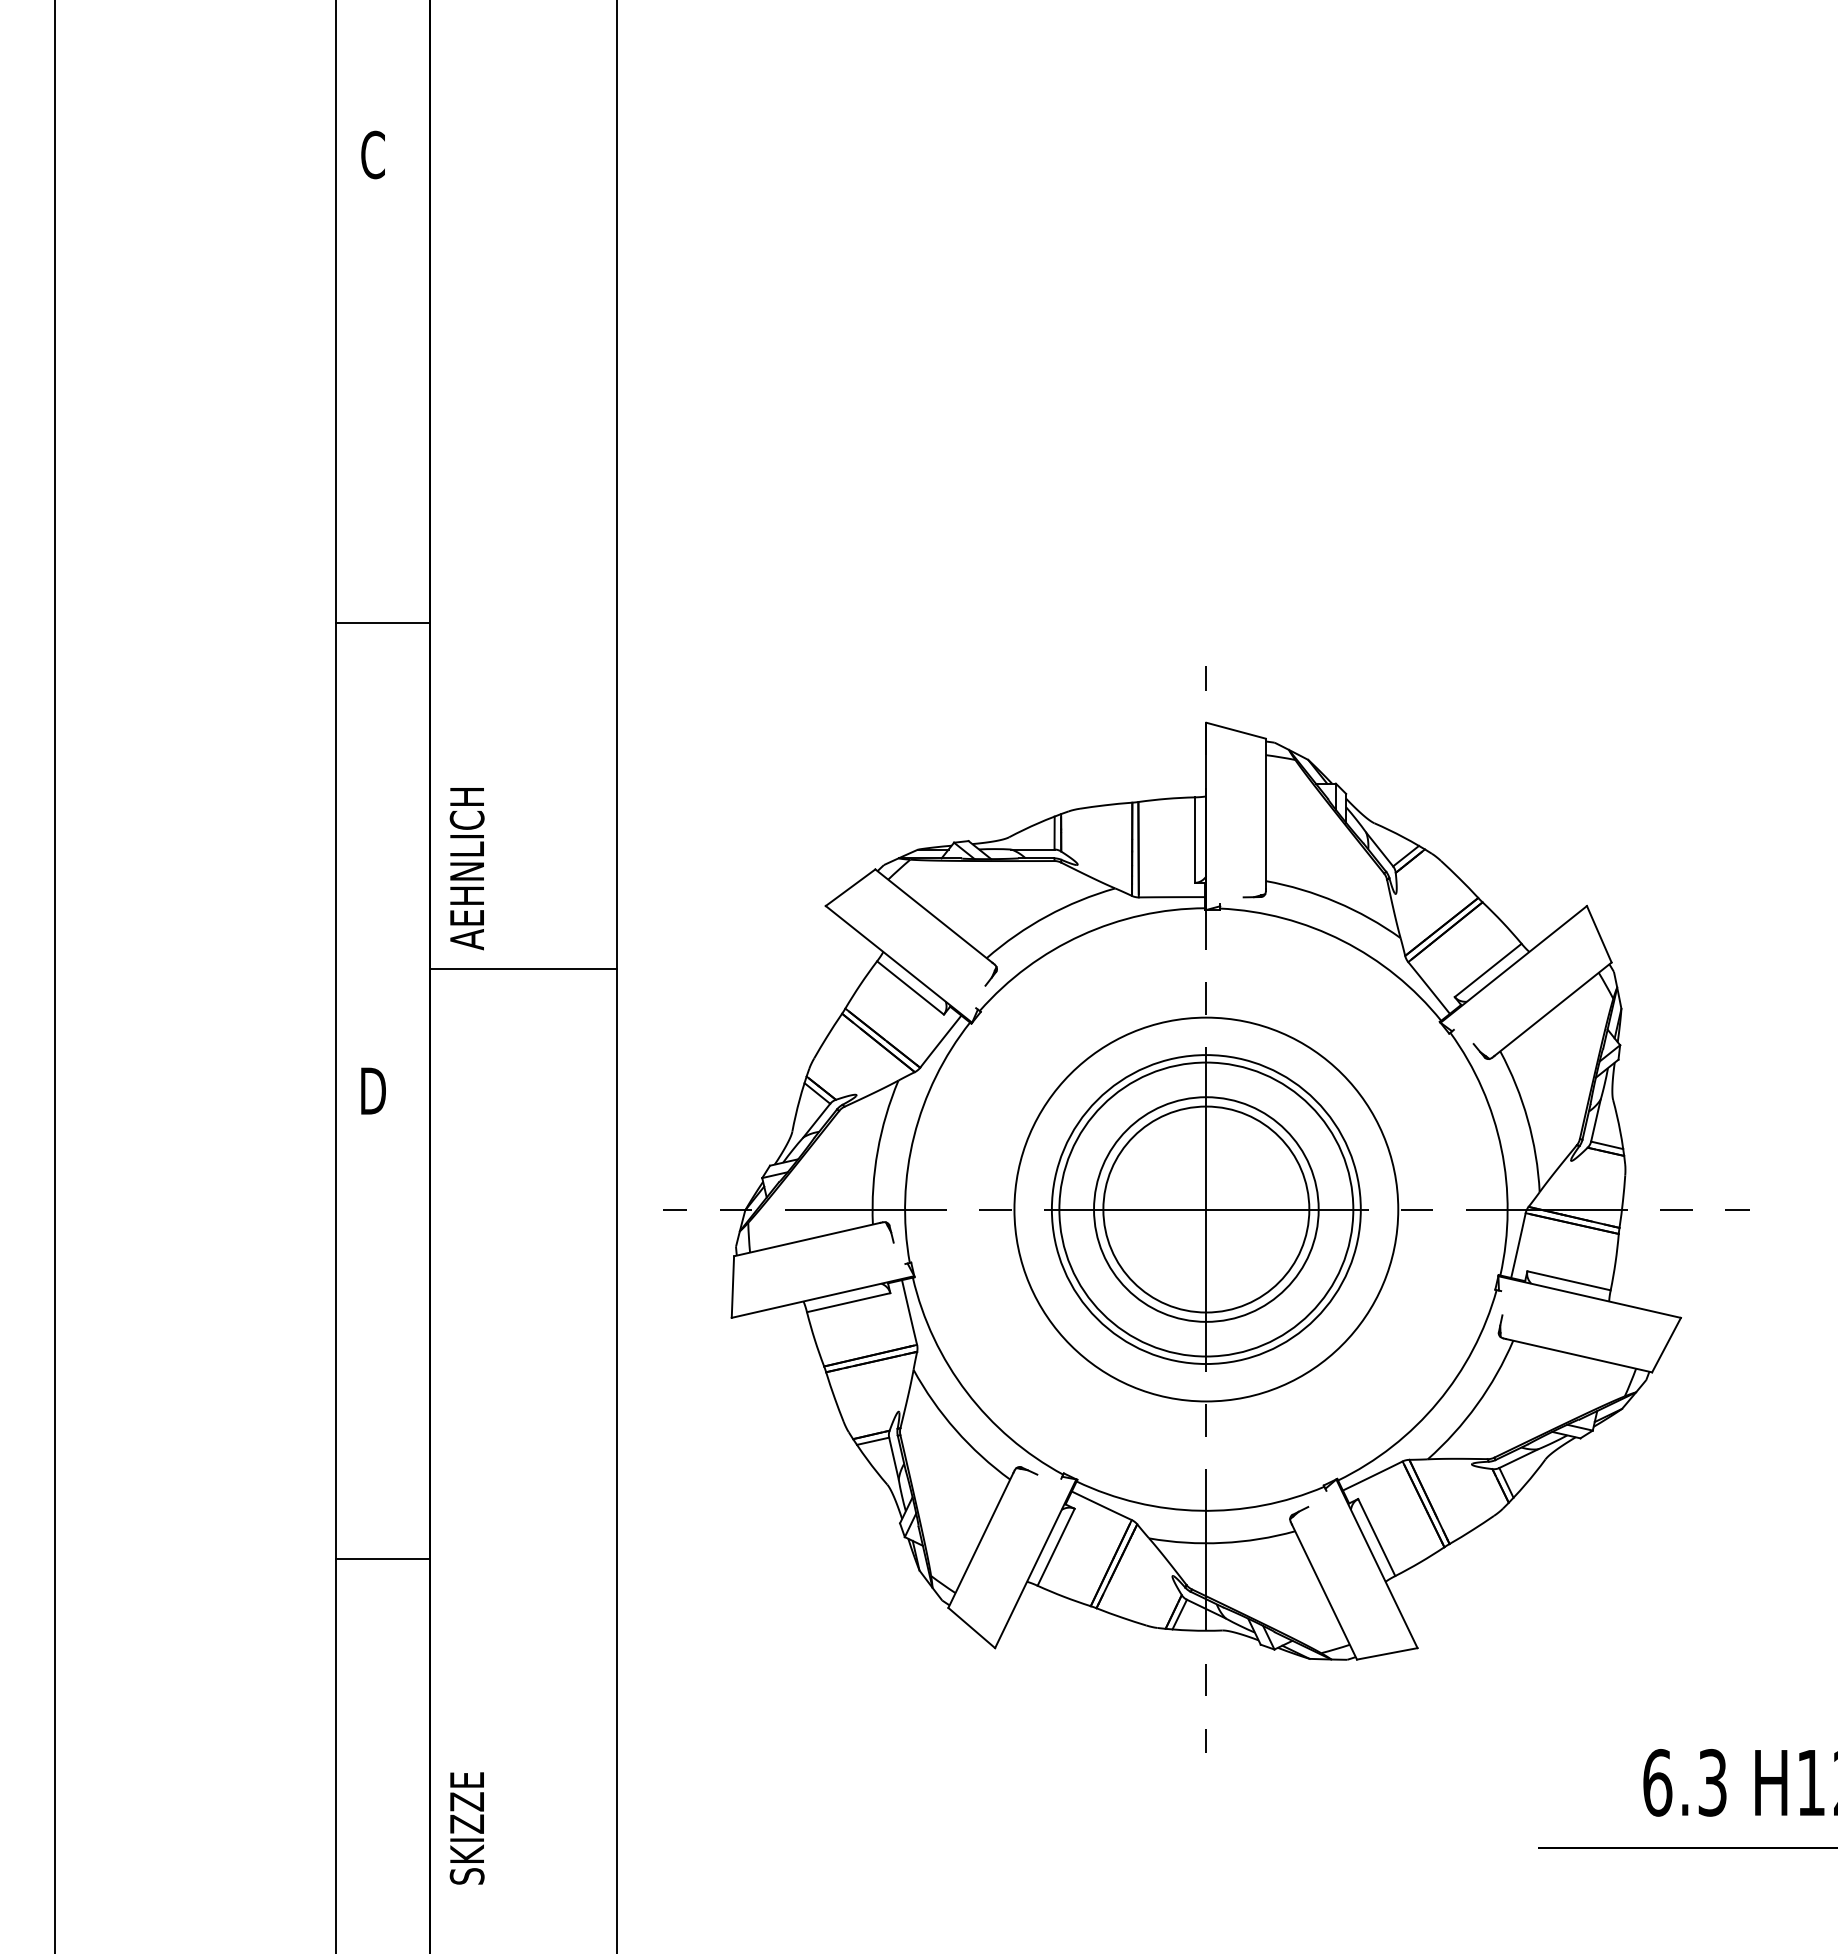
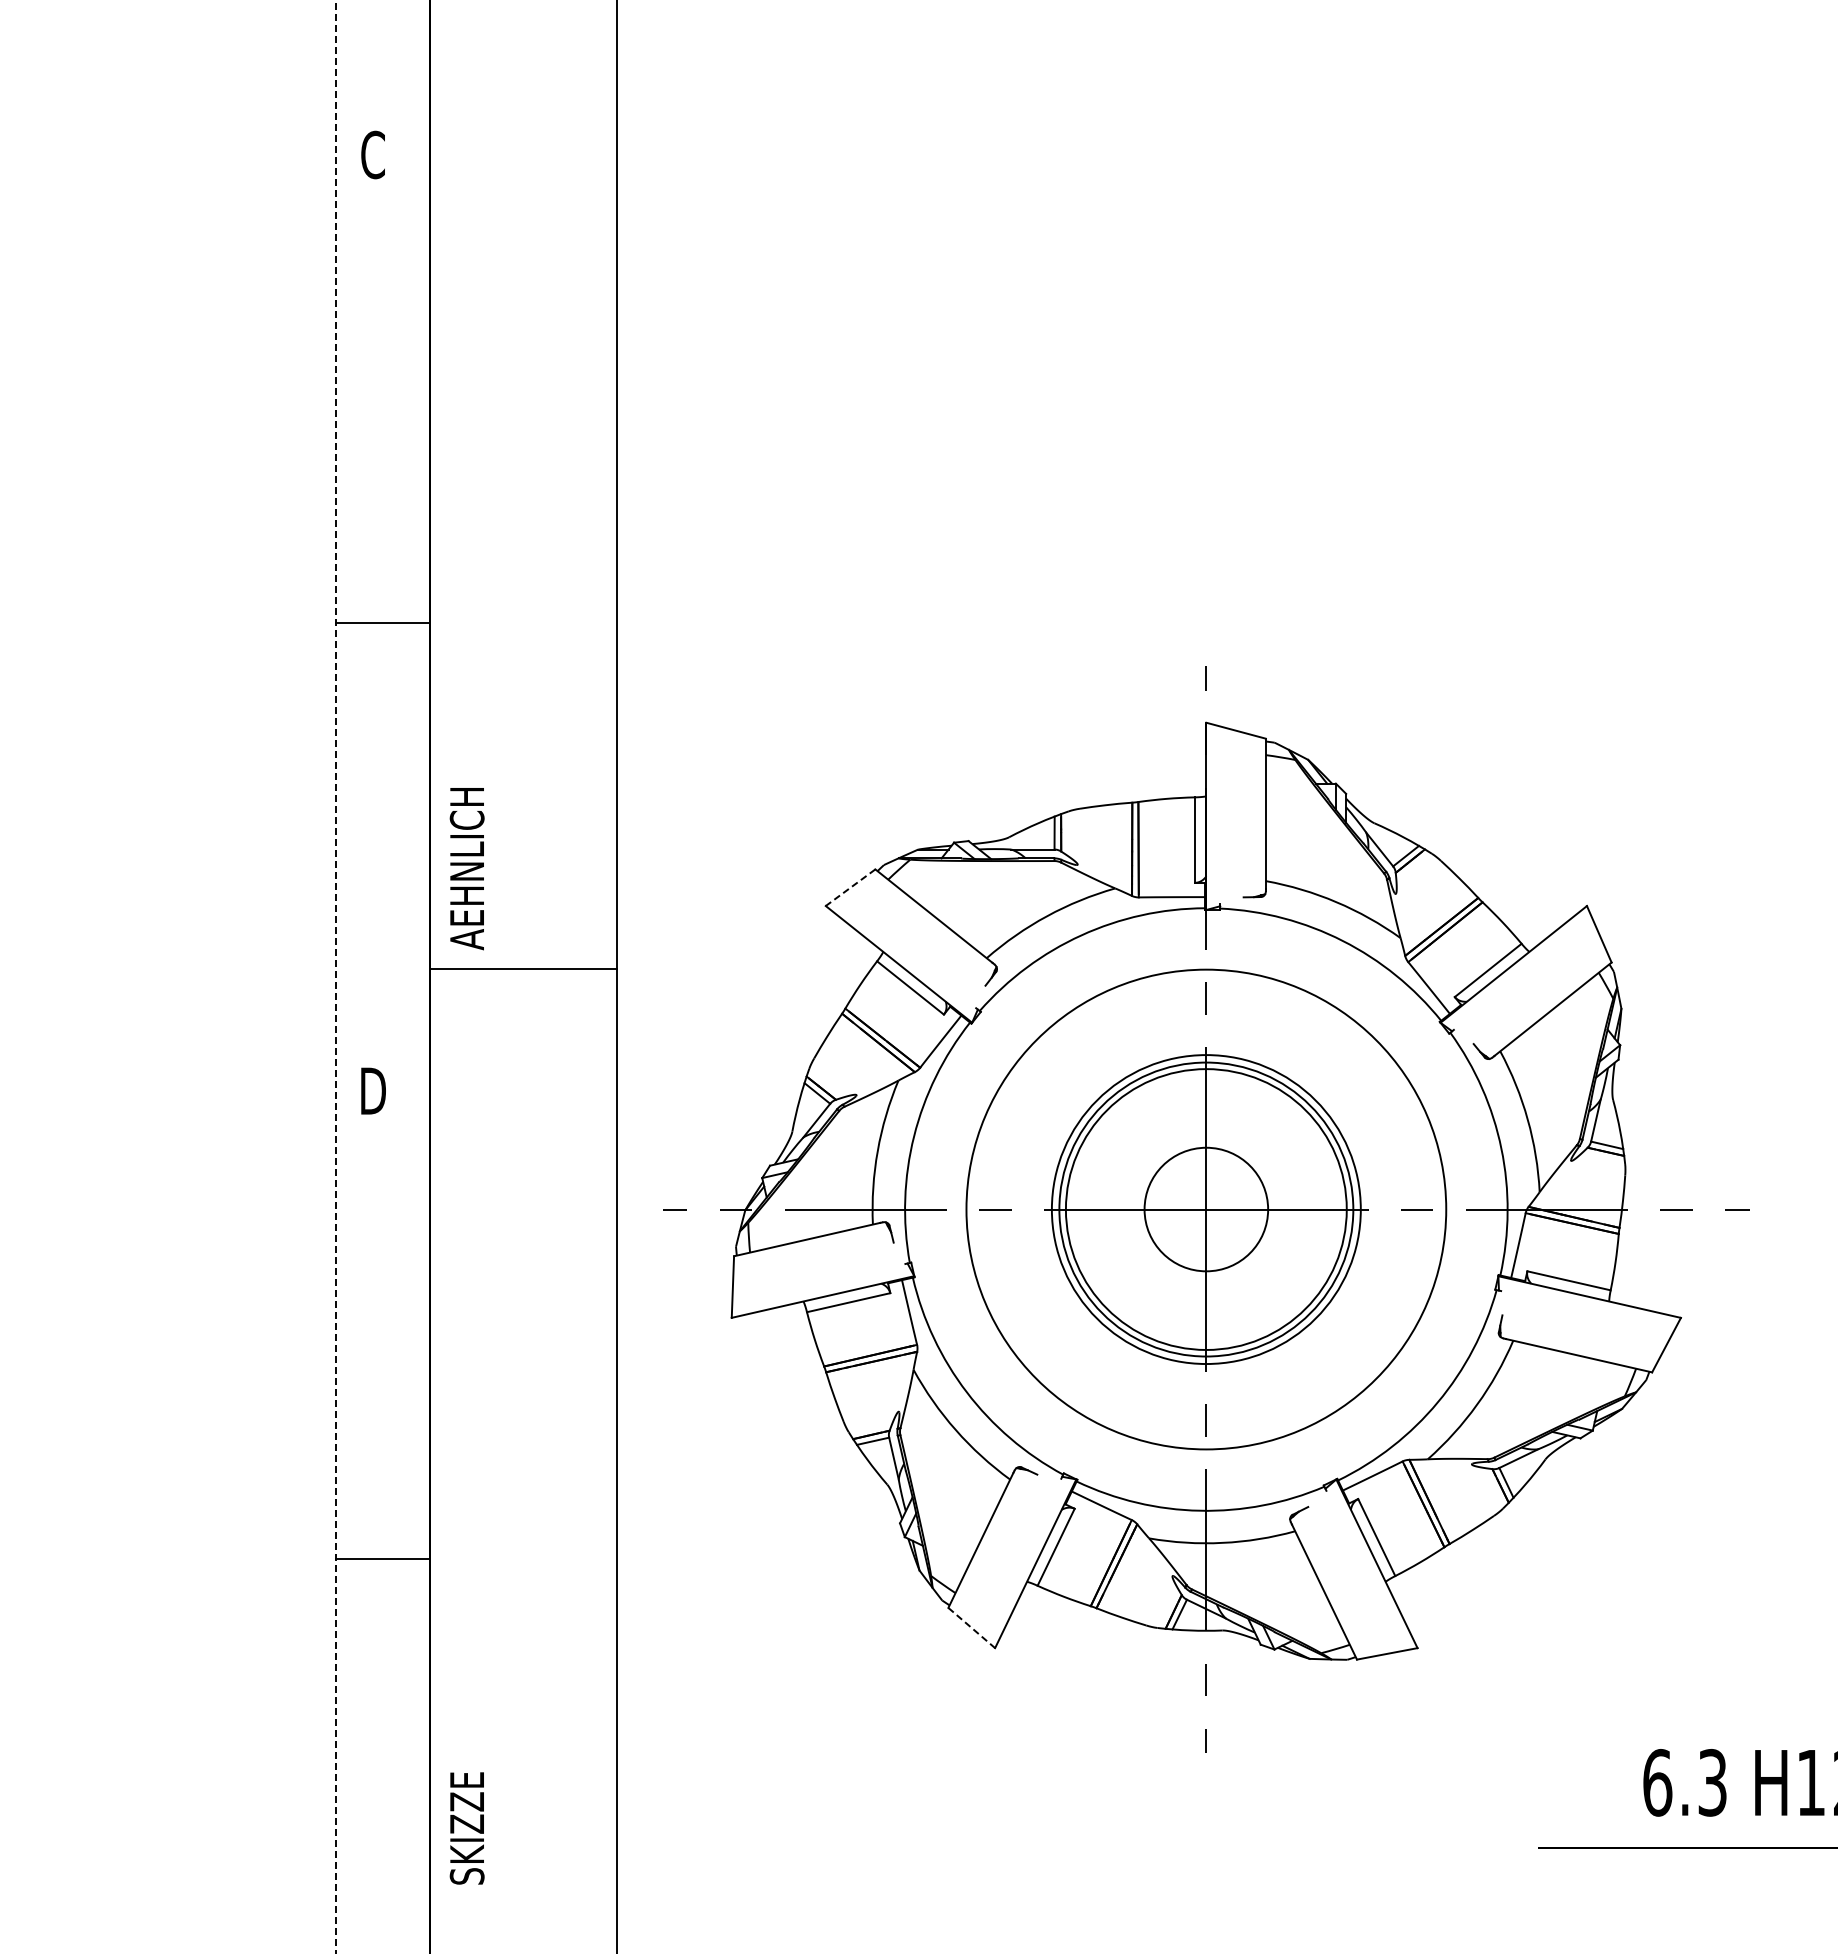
line at (850, 887): solid -> dashed
line at (55, 976): present -> none
line at (336, 977): solid -> dashed
circle at (1206, 1209) diameter: 206 px -> 124 px
circle at (1206, 1209) diameter: 225 px -> 281 px
circle at (1206, 1209) diameter: 384 px -> 480 px
line at (971, 1628): solid -> dashed
